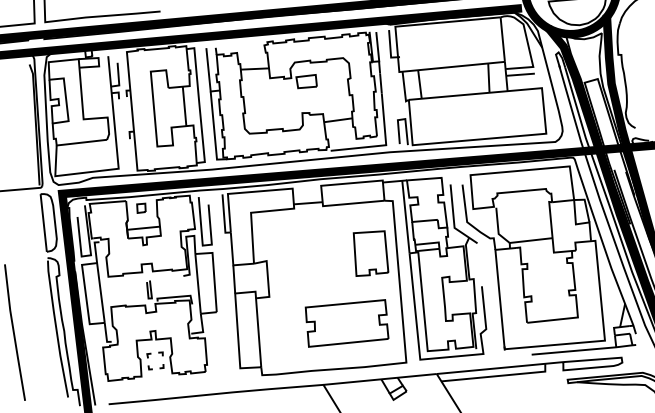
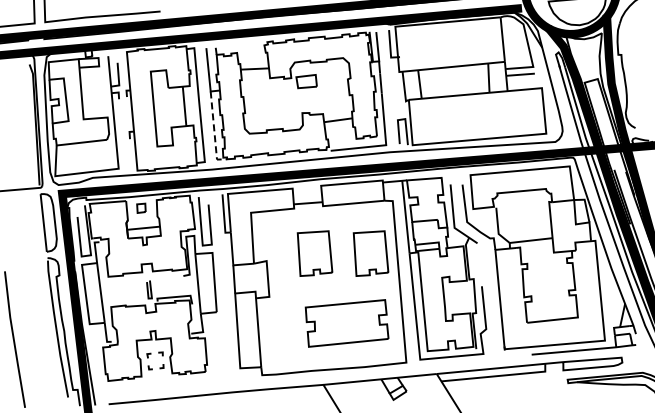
line at (214, 131): solid -> dashed
part at (314, 253): none -> present
line at (14, 332) position: (14, 332) -> (14, 339)
